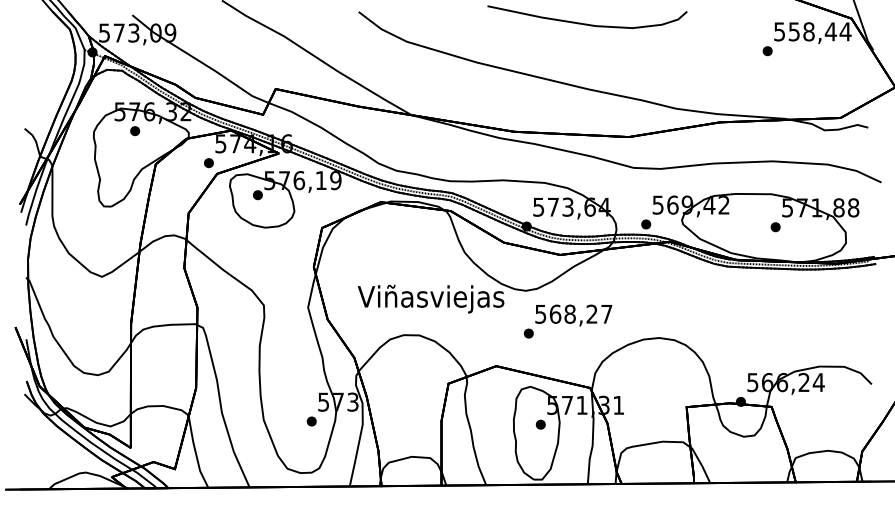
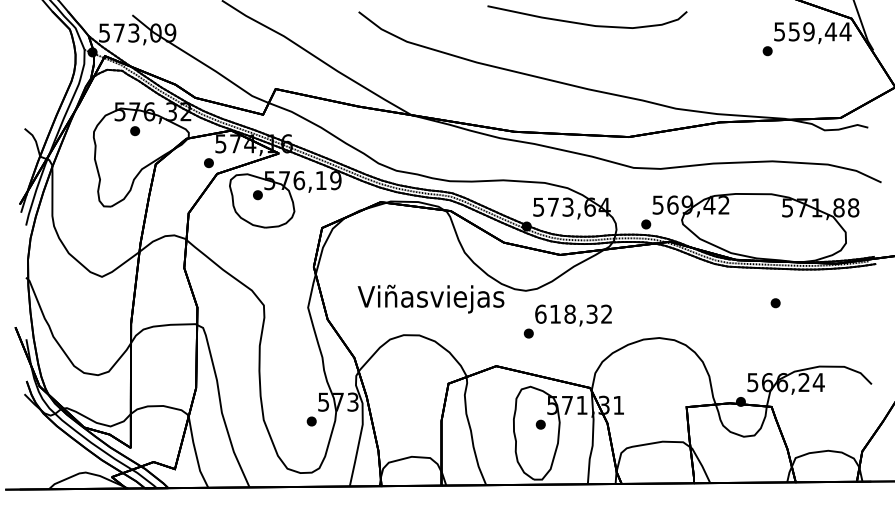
text at (808, 31): 558,44 -> 559,44
part at (775, 227) position: (775, 227) -> (775, 303)
text at (573, 313): 568,27 -> 618,32
